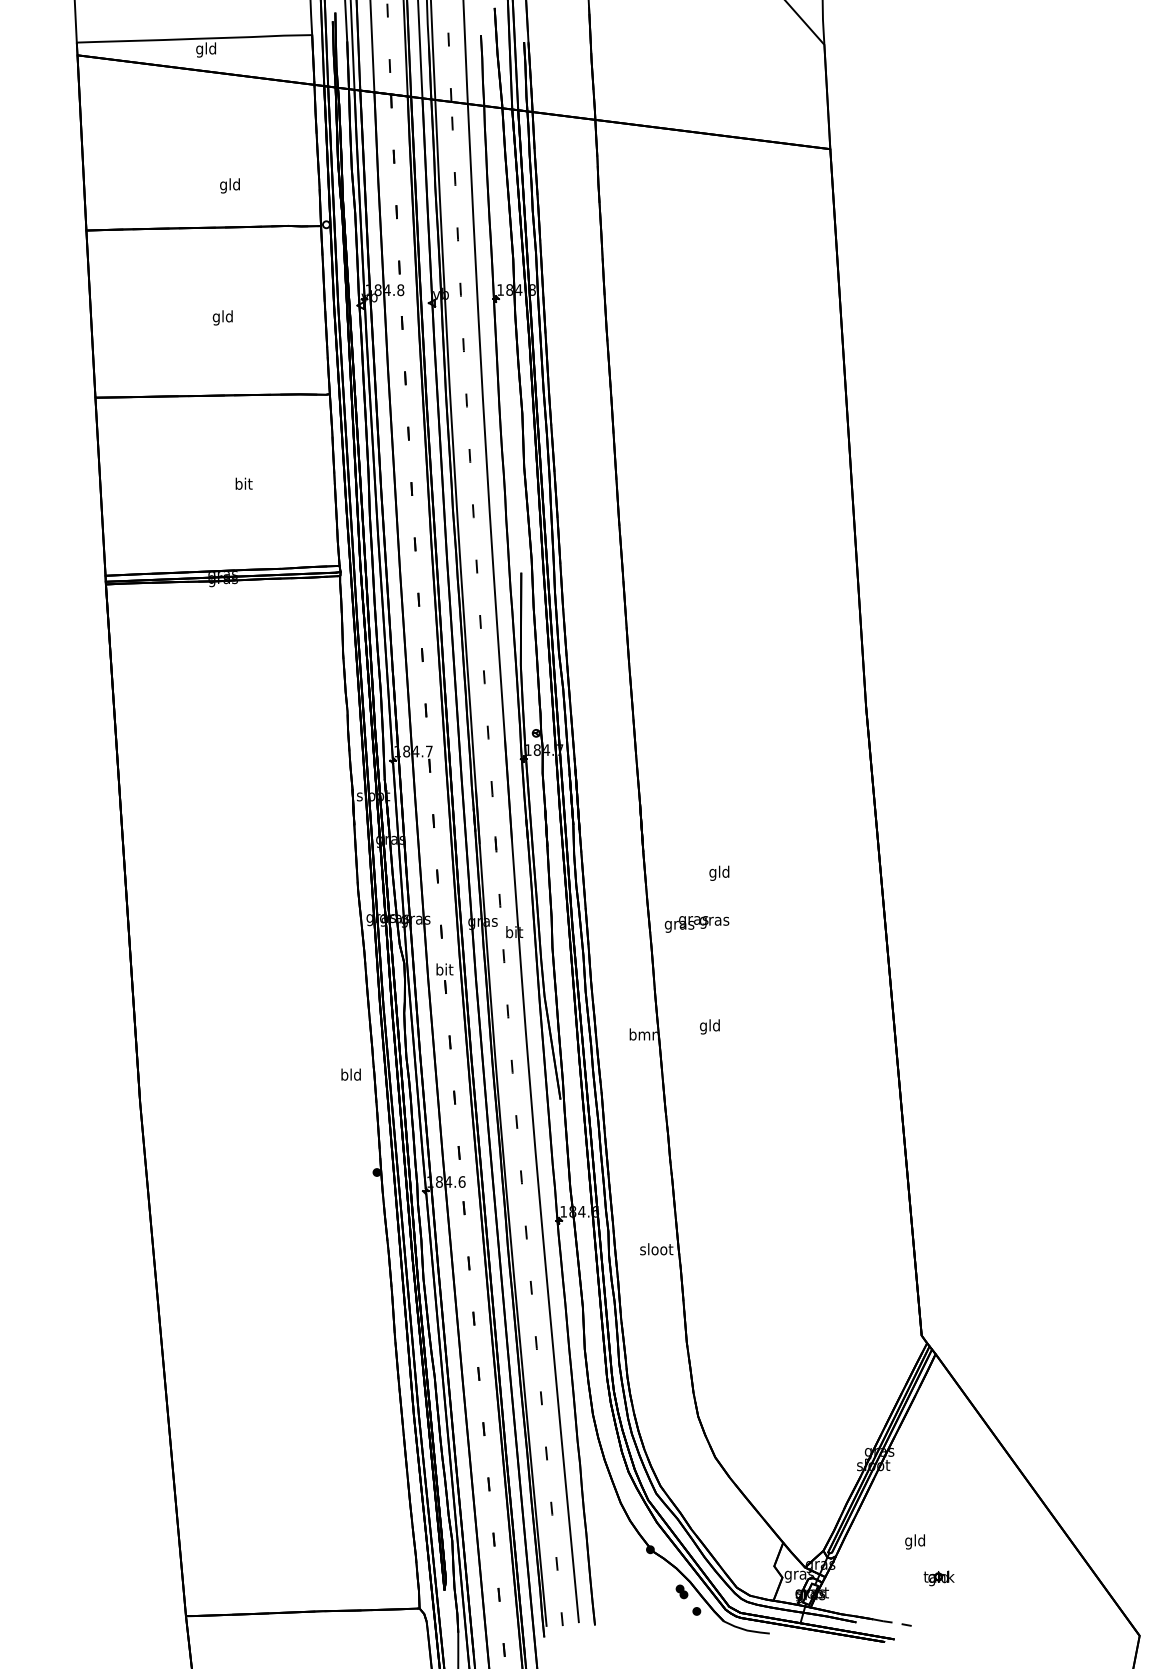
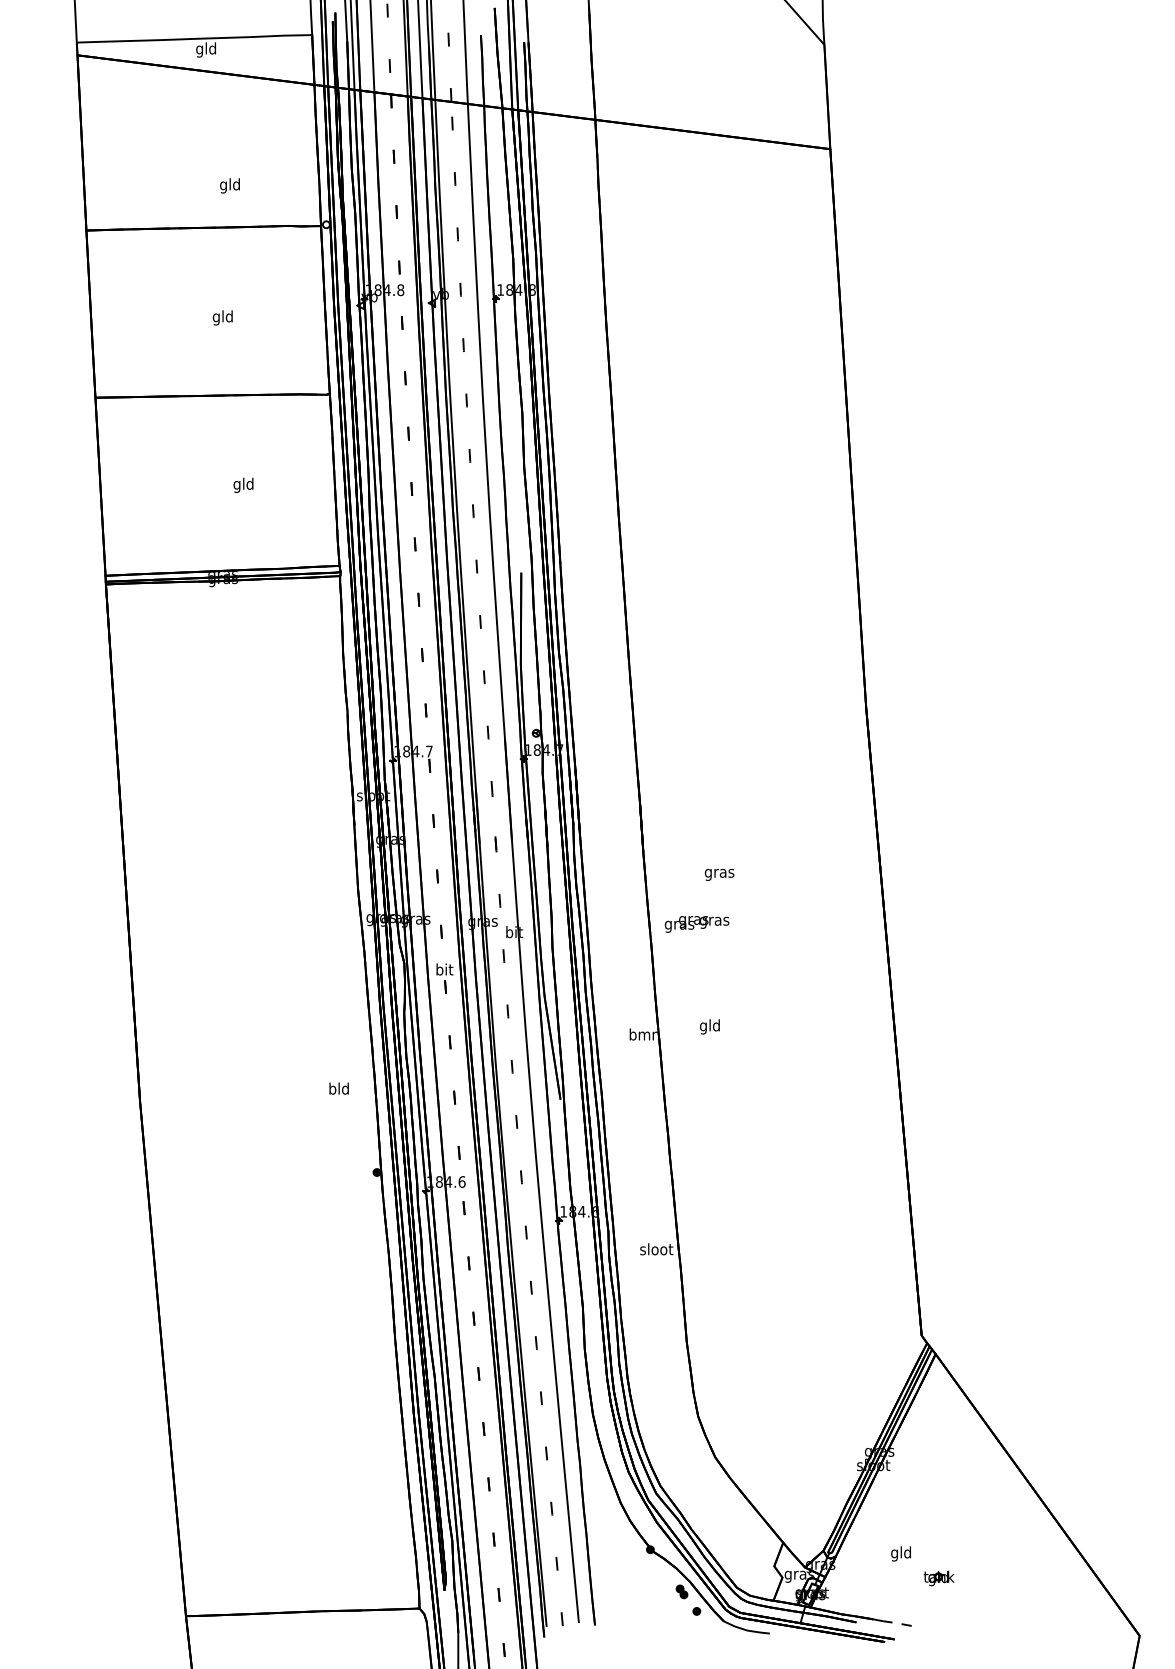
text at (243, 484): bit -> gld
text at (719, 872): gld -> gras
text at (350, 1074) position: (350, 1074) -> (338, 1088)
text at (914, 1541) position: (914, 1541) -> (900, 1553)
